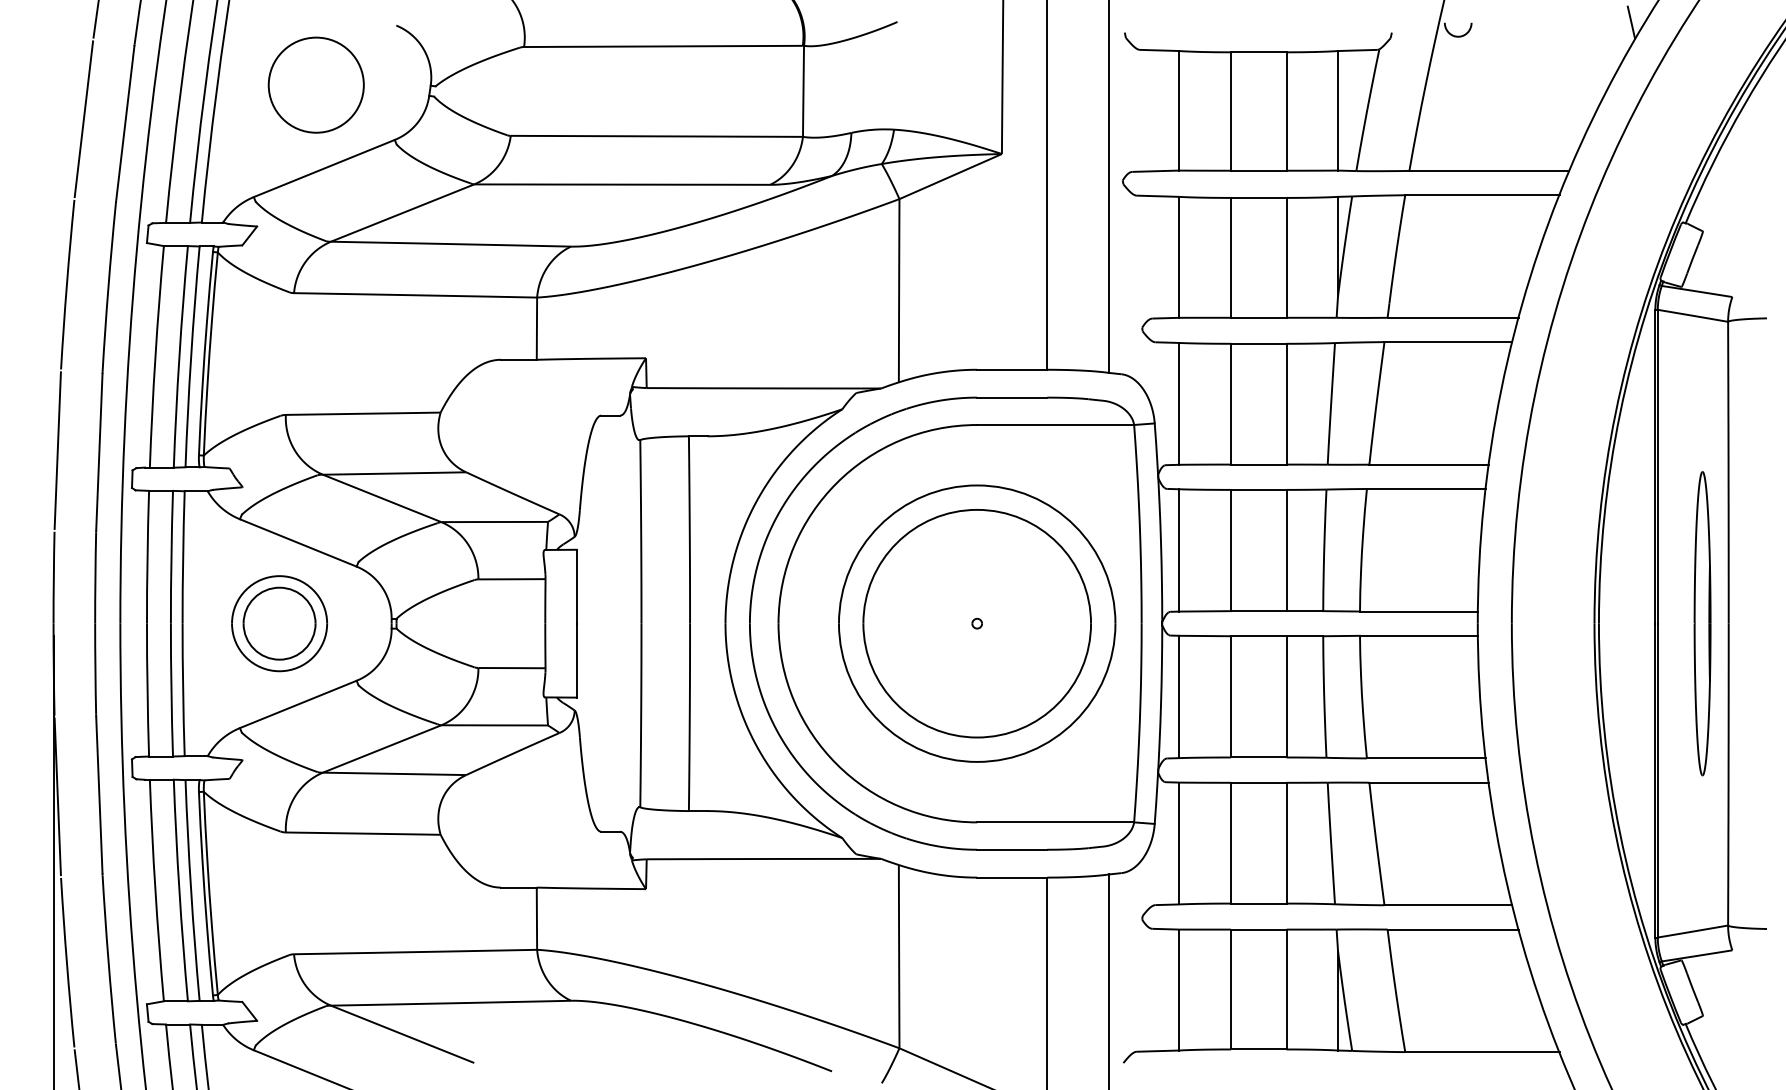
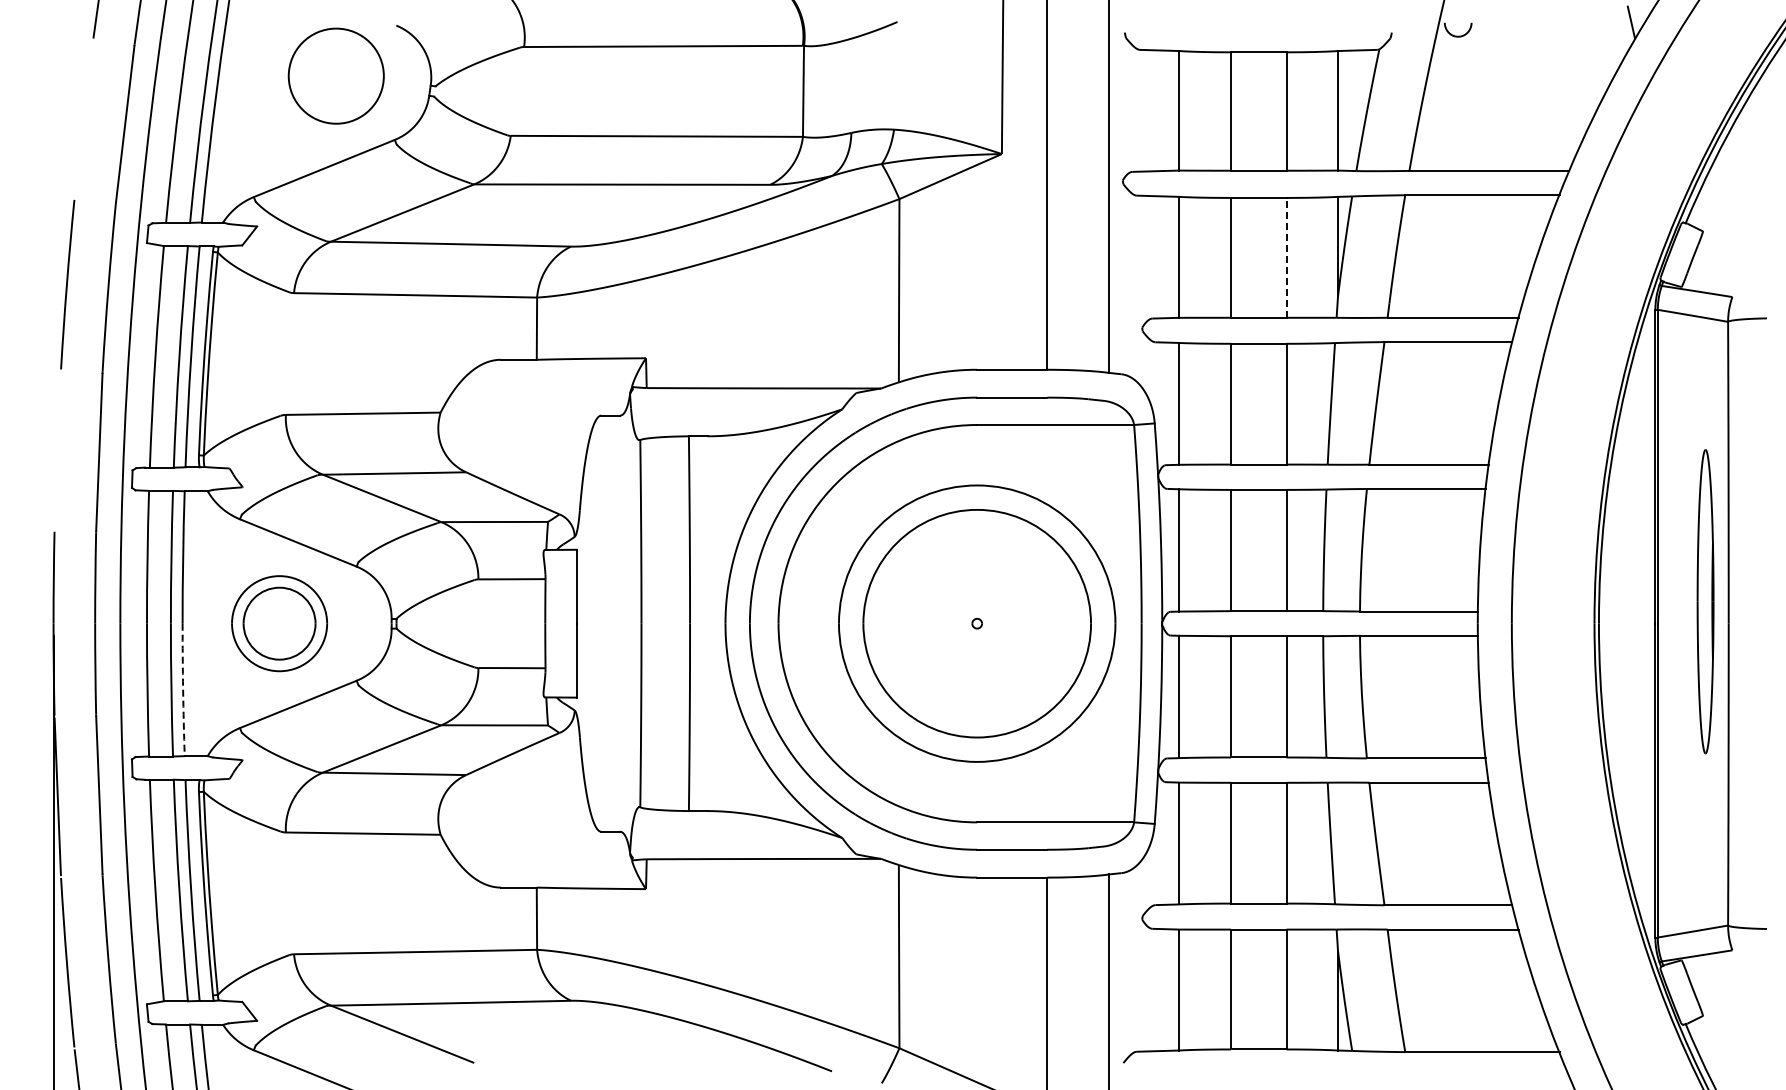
circle at (315, 84) position: (315, 84) -> (335, 75)
line at (83, 119): present -> none
line at (1286, 257): solid -> dashed
line at (57, 450): present -> none
part at (1702, 623) position: (1702, 623) -> (1705, 601)
arc at (183, 689): solid -> dashed
